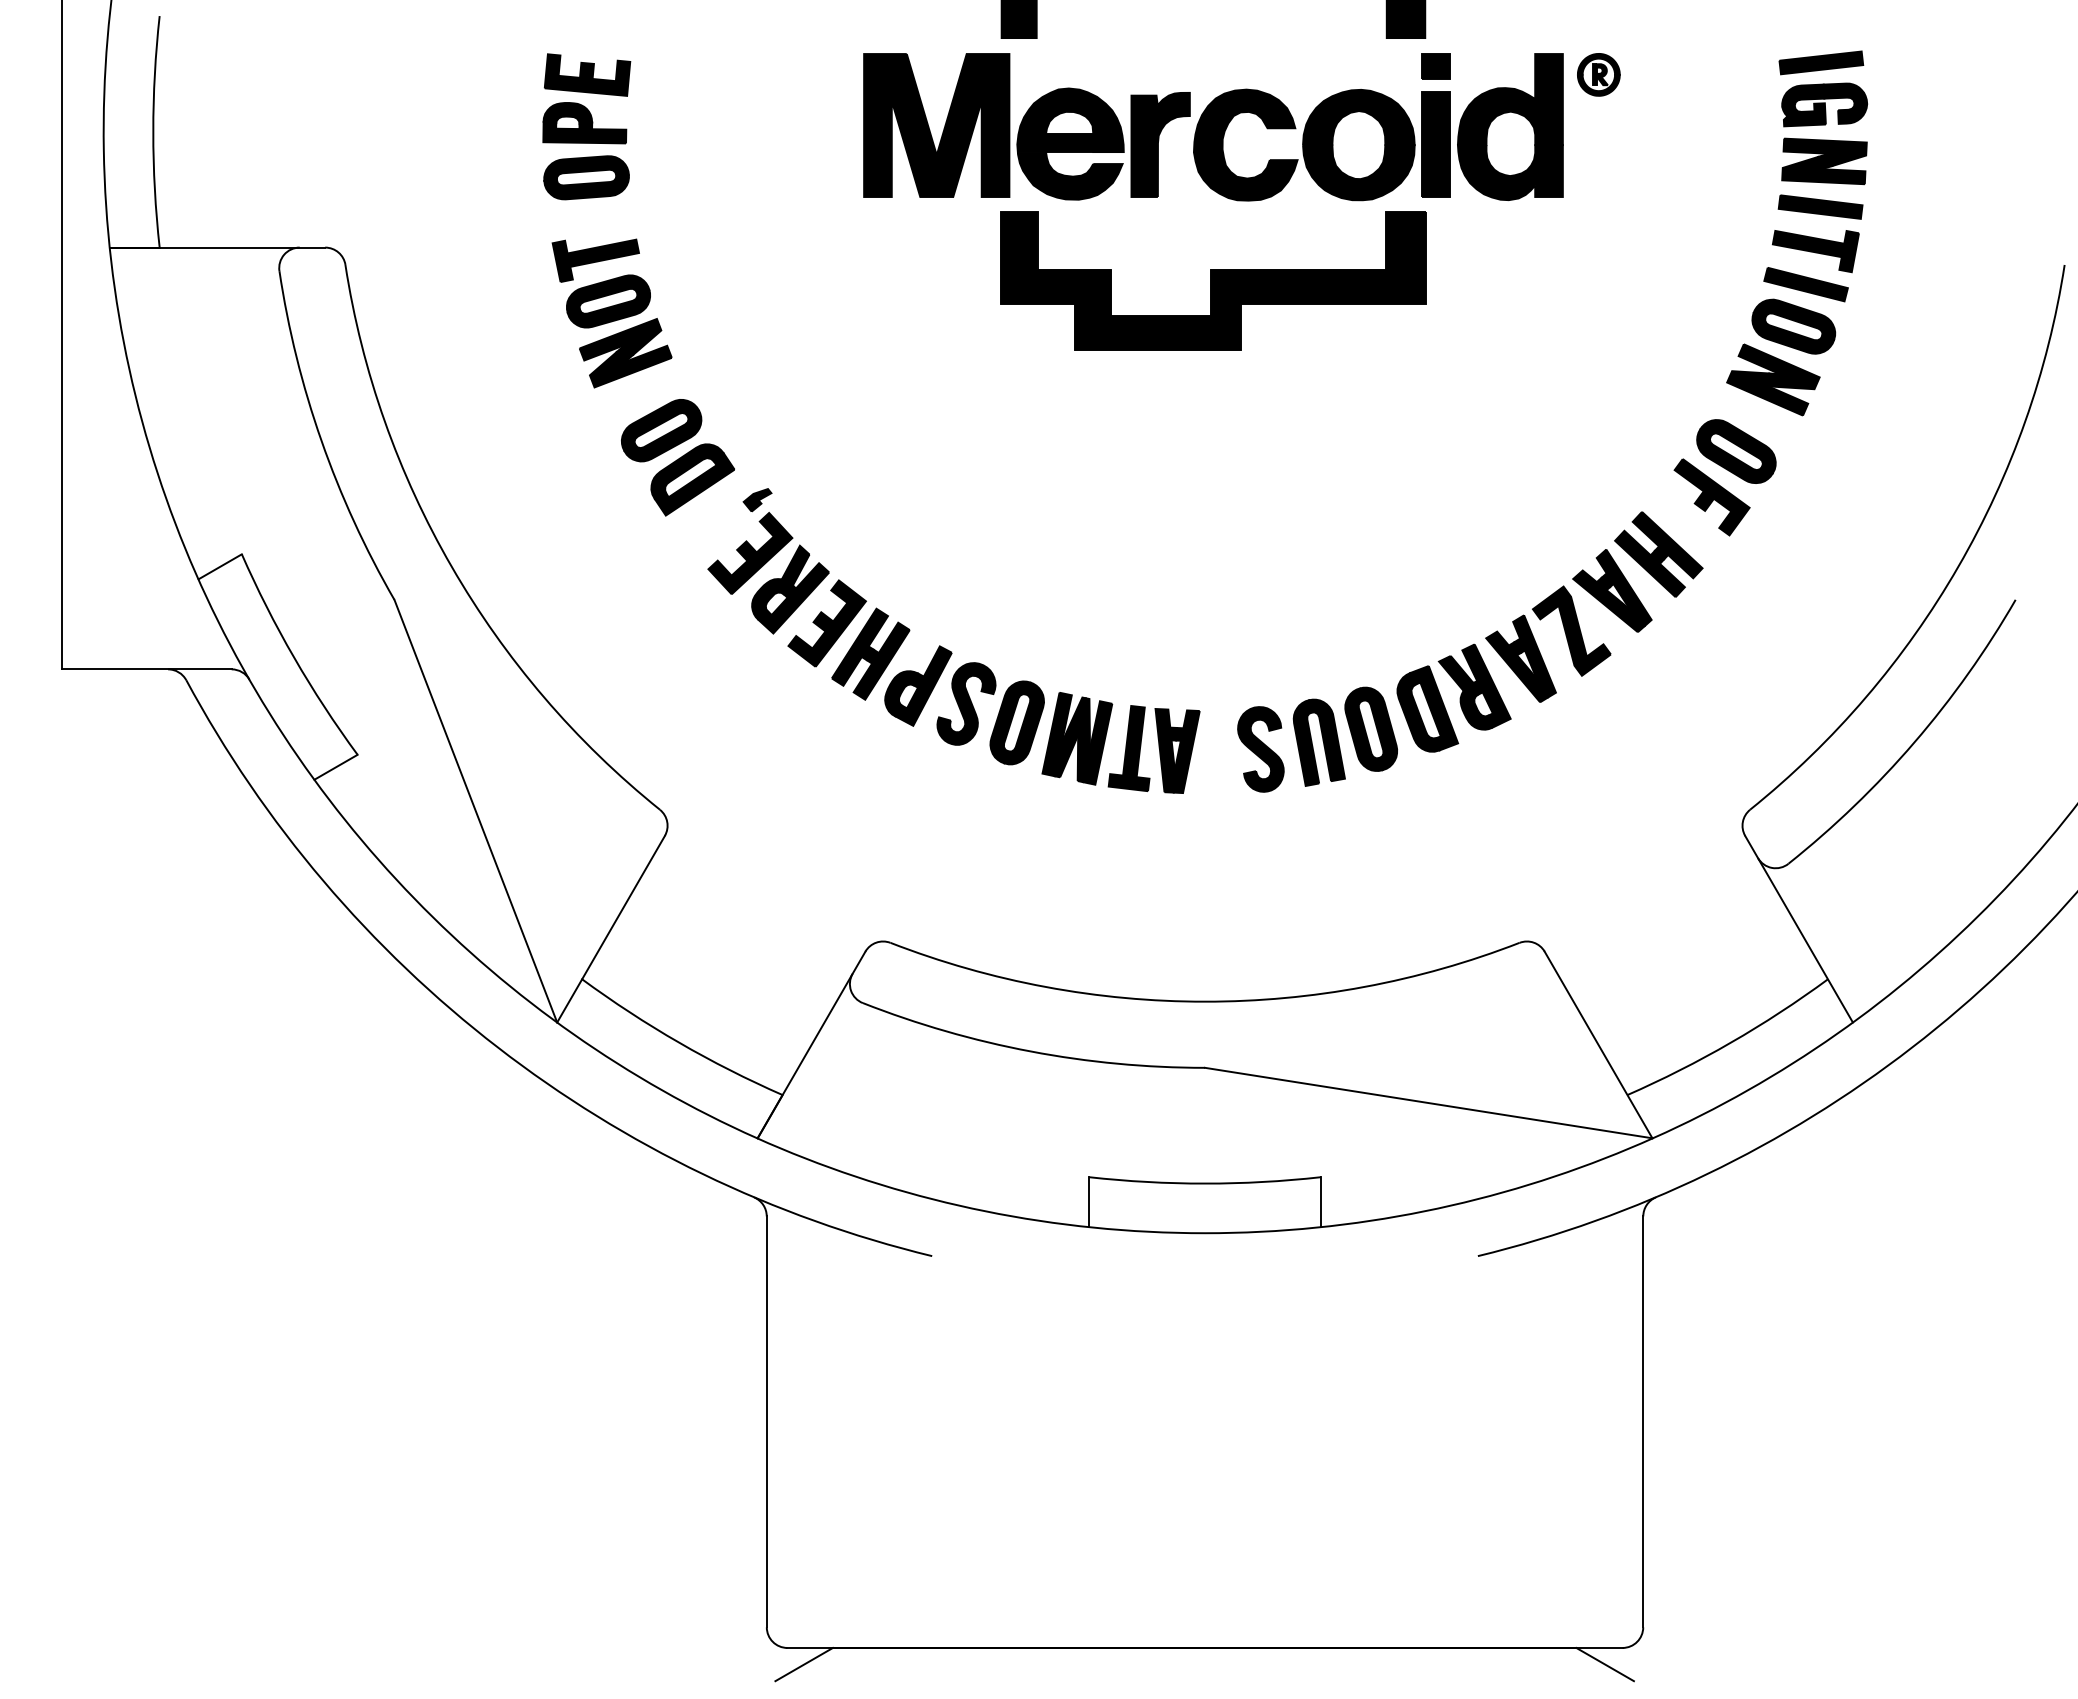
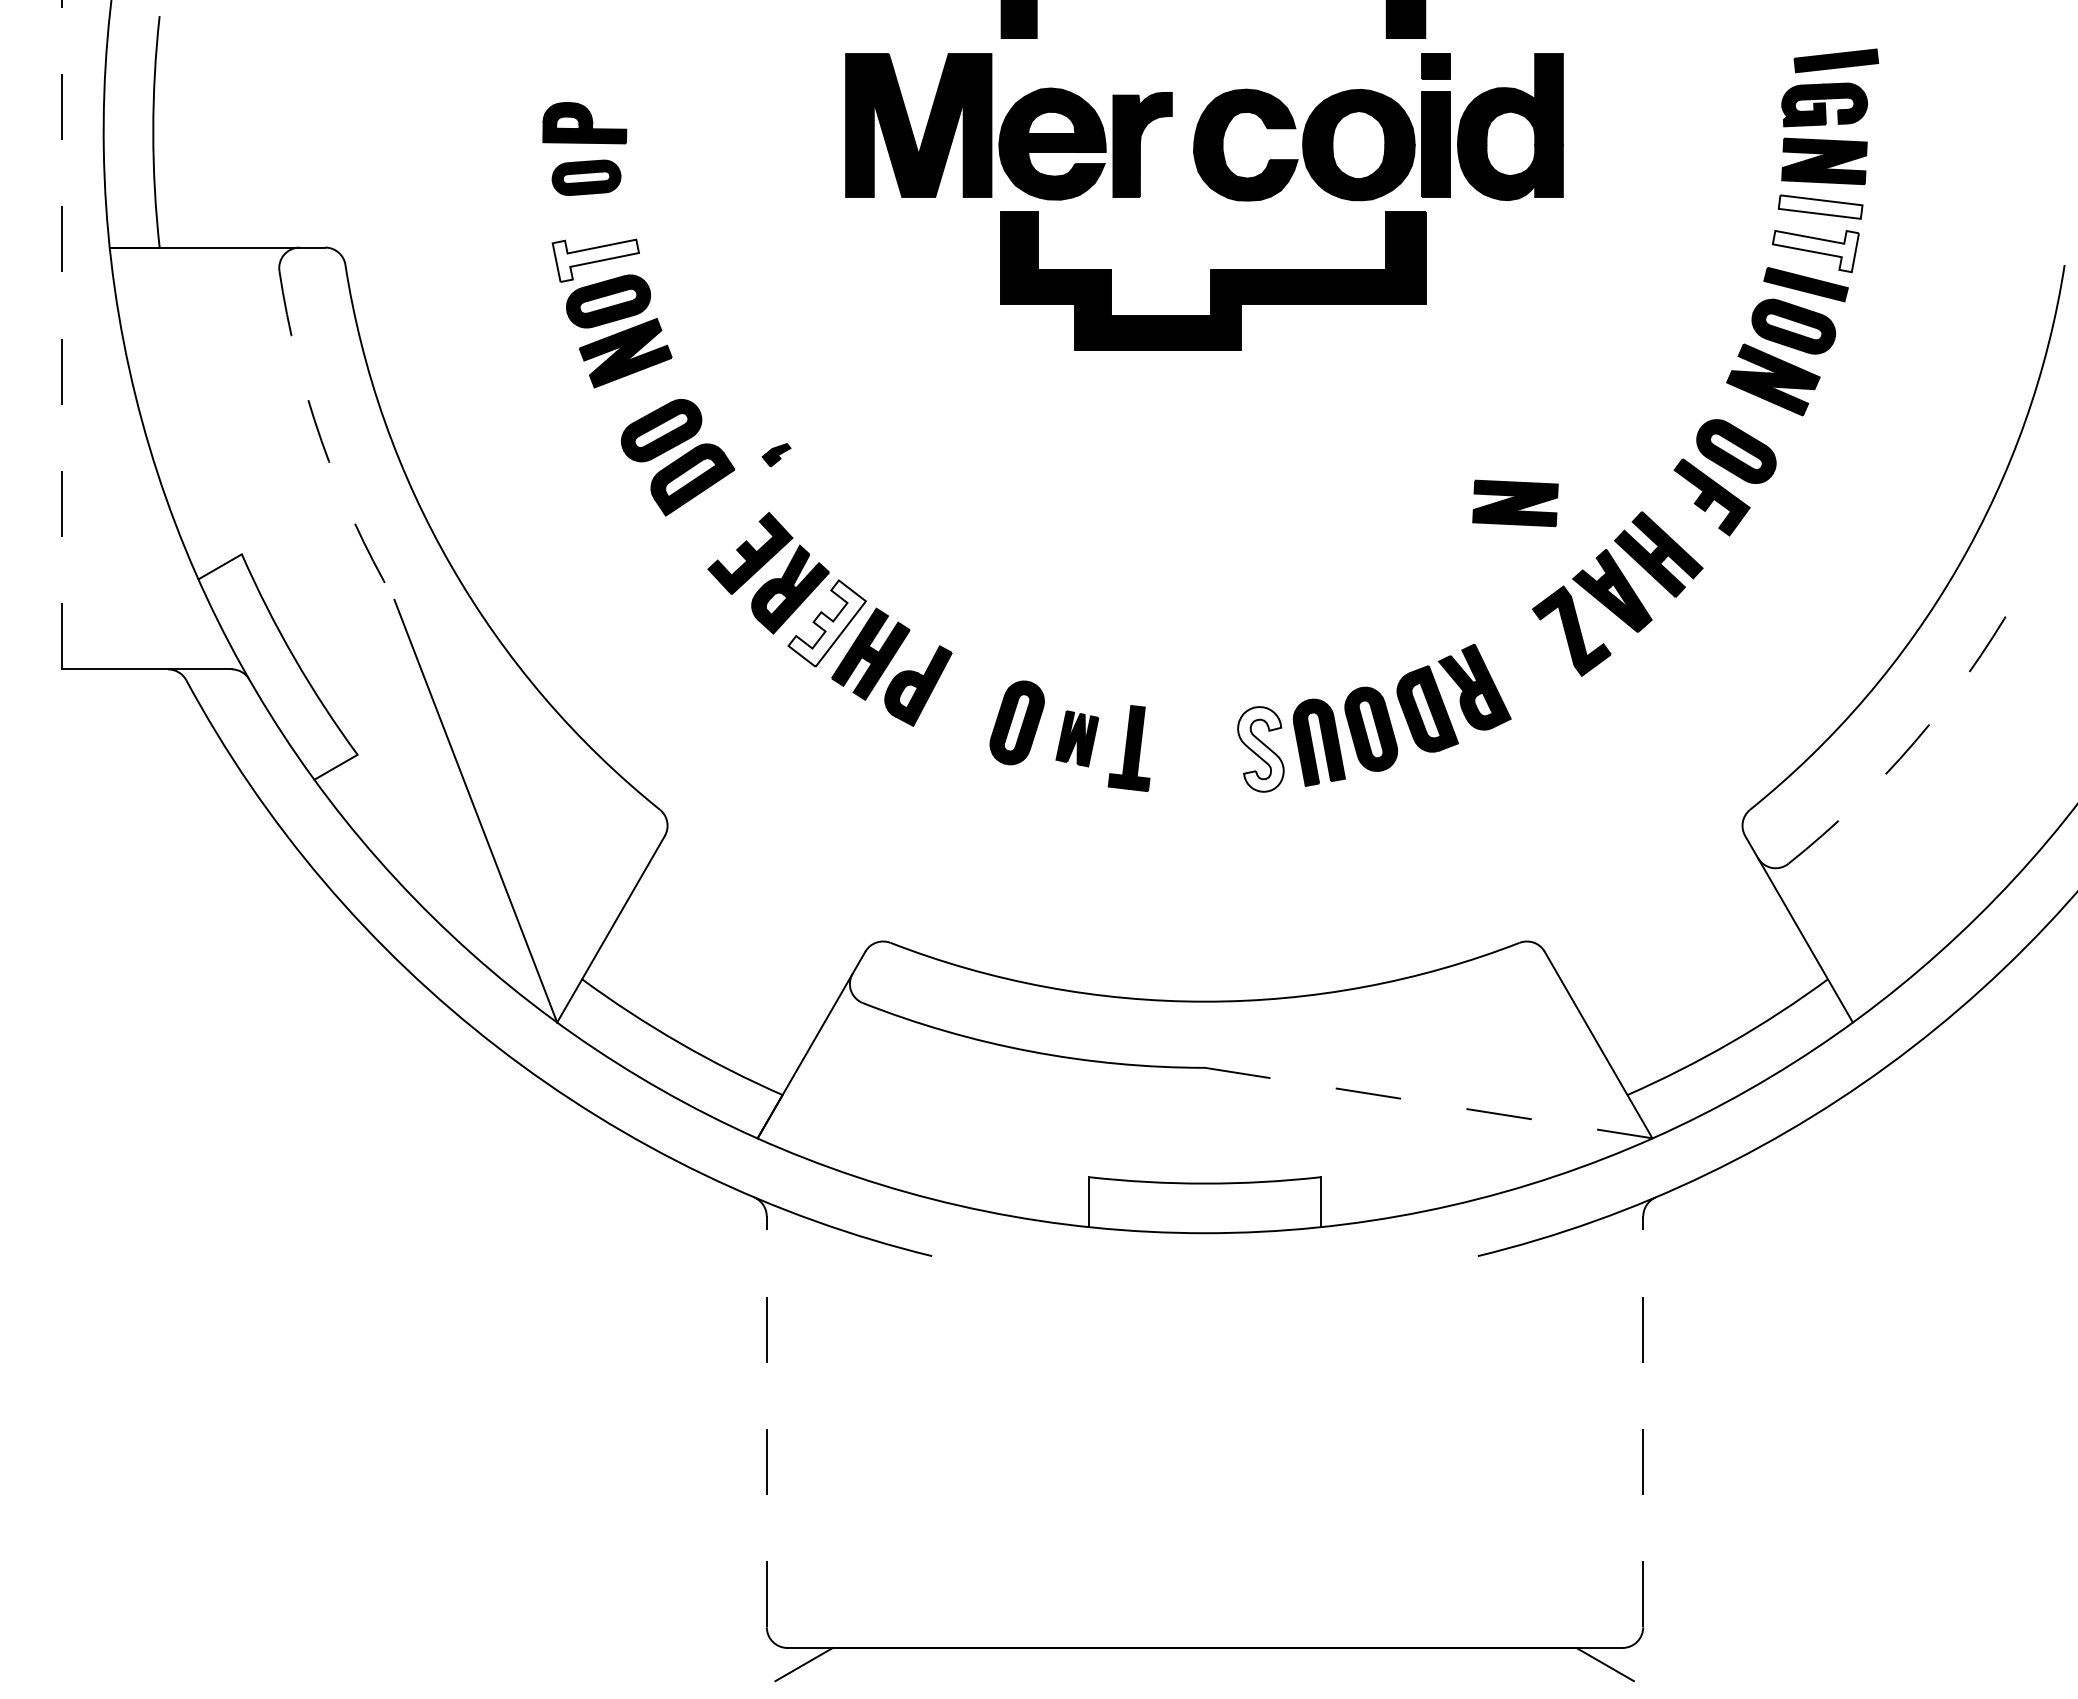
part at (1821, 62) position: (1821, 62) -> (1836, 60)
part at (587, 74): present -> none
part at (1598, 74): present -> none
part at (1026, 126) position: (1026, 126) -> (1008, 126)
part at (586, 177) size: 87x46 px -> 71x37 px
fill at (1820, 206): present -> none
fill at (1815, 251): present -> none
fill at (595, 260): present -> none
line at (62, 334): solid -> dashed
arc at (321, 440): solid -> dashed
part at (757, 500) position: (757, 500) -> (776, 455)
part at (1515, 503): none -> present
fill at (826, 623): present -> none
part at (1520, 658): present -> none
part at (966, 703): present -> none
part at (1077, 738) size: 73x94 px -> 45x58 px
arc at (1914, 742): solid -> dashed
fill at (1260, 749): present -> none
part at (1177, 750): present -> none
line at (1429, 1103): solid -> dashed
line at (766, 1421): solid -> dashed
line at (1643, 1421): solid -> dashed
